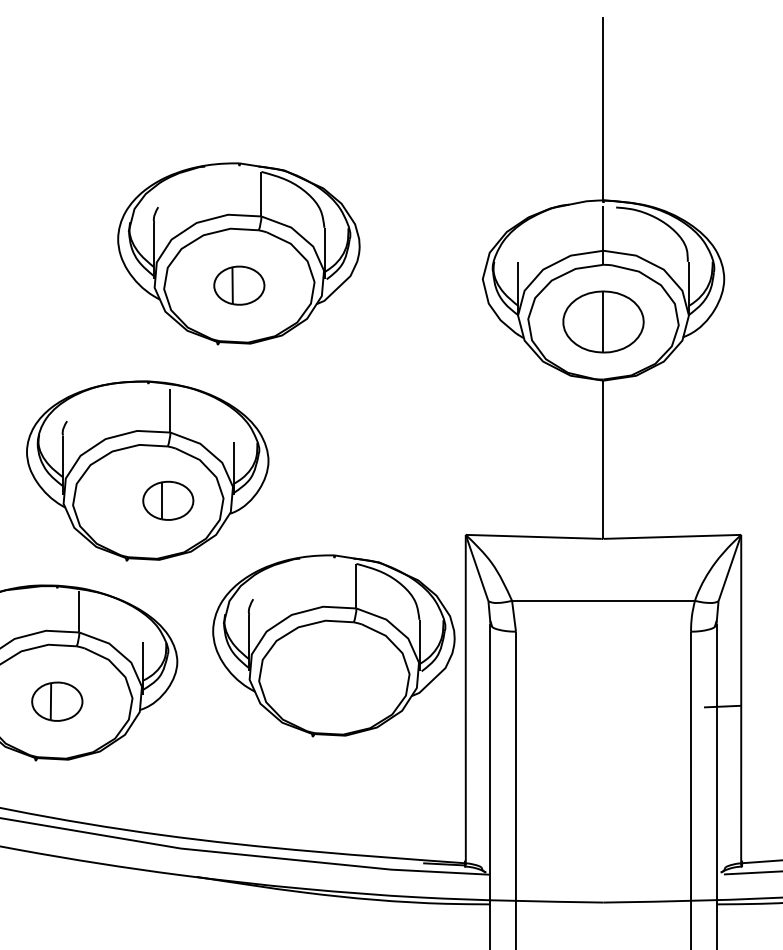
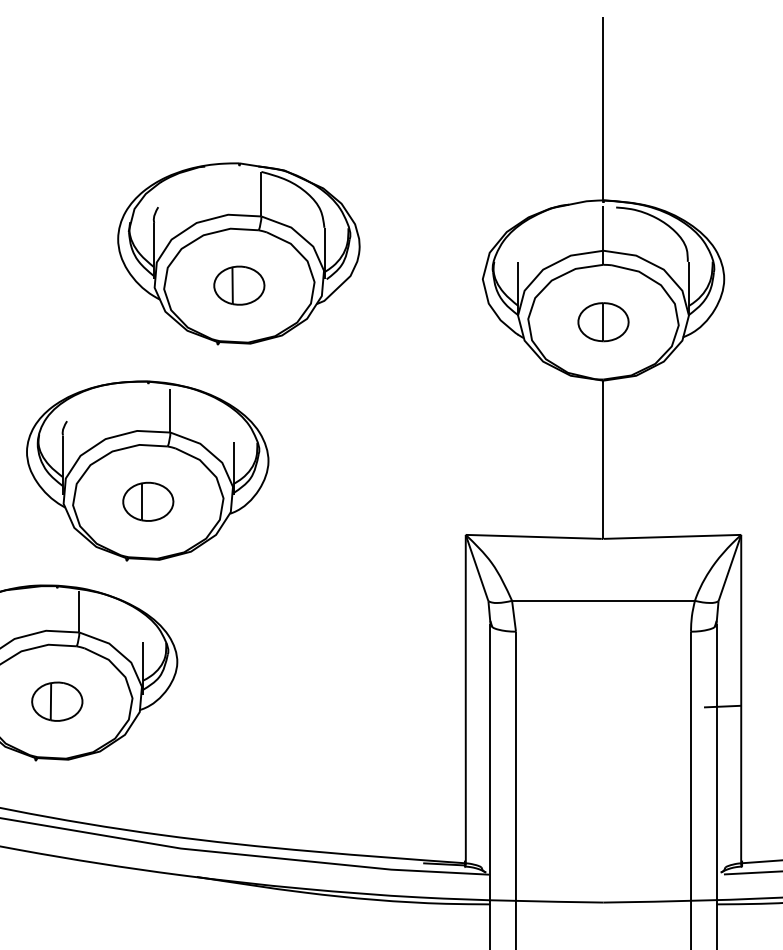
part at (603, 321) size: 83x64 px -> 53x41 px
part at (168, 500) position: (168, 500) -> (148, 501)
part at (333, 645): present -> none
